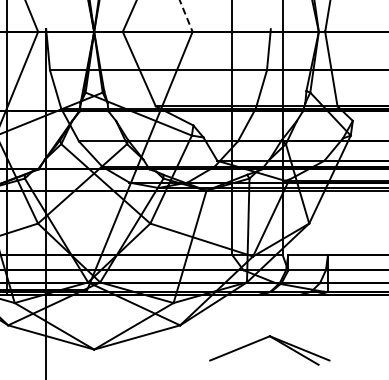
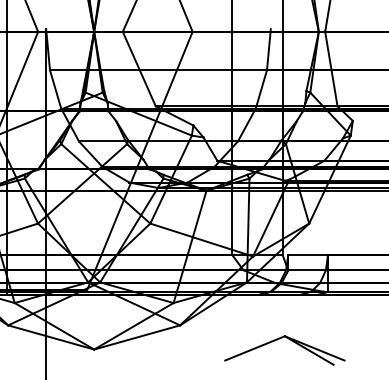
line at (186, 16): dashed -> solid
part at (274, 340) position: (274, 340) -> (289, 340)
